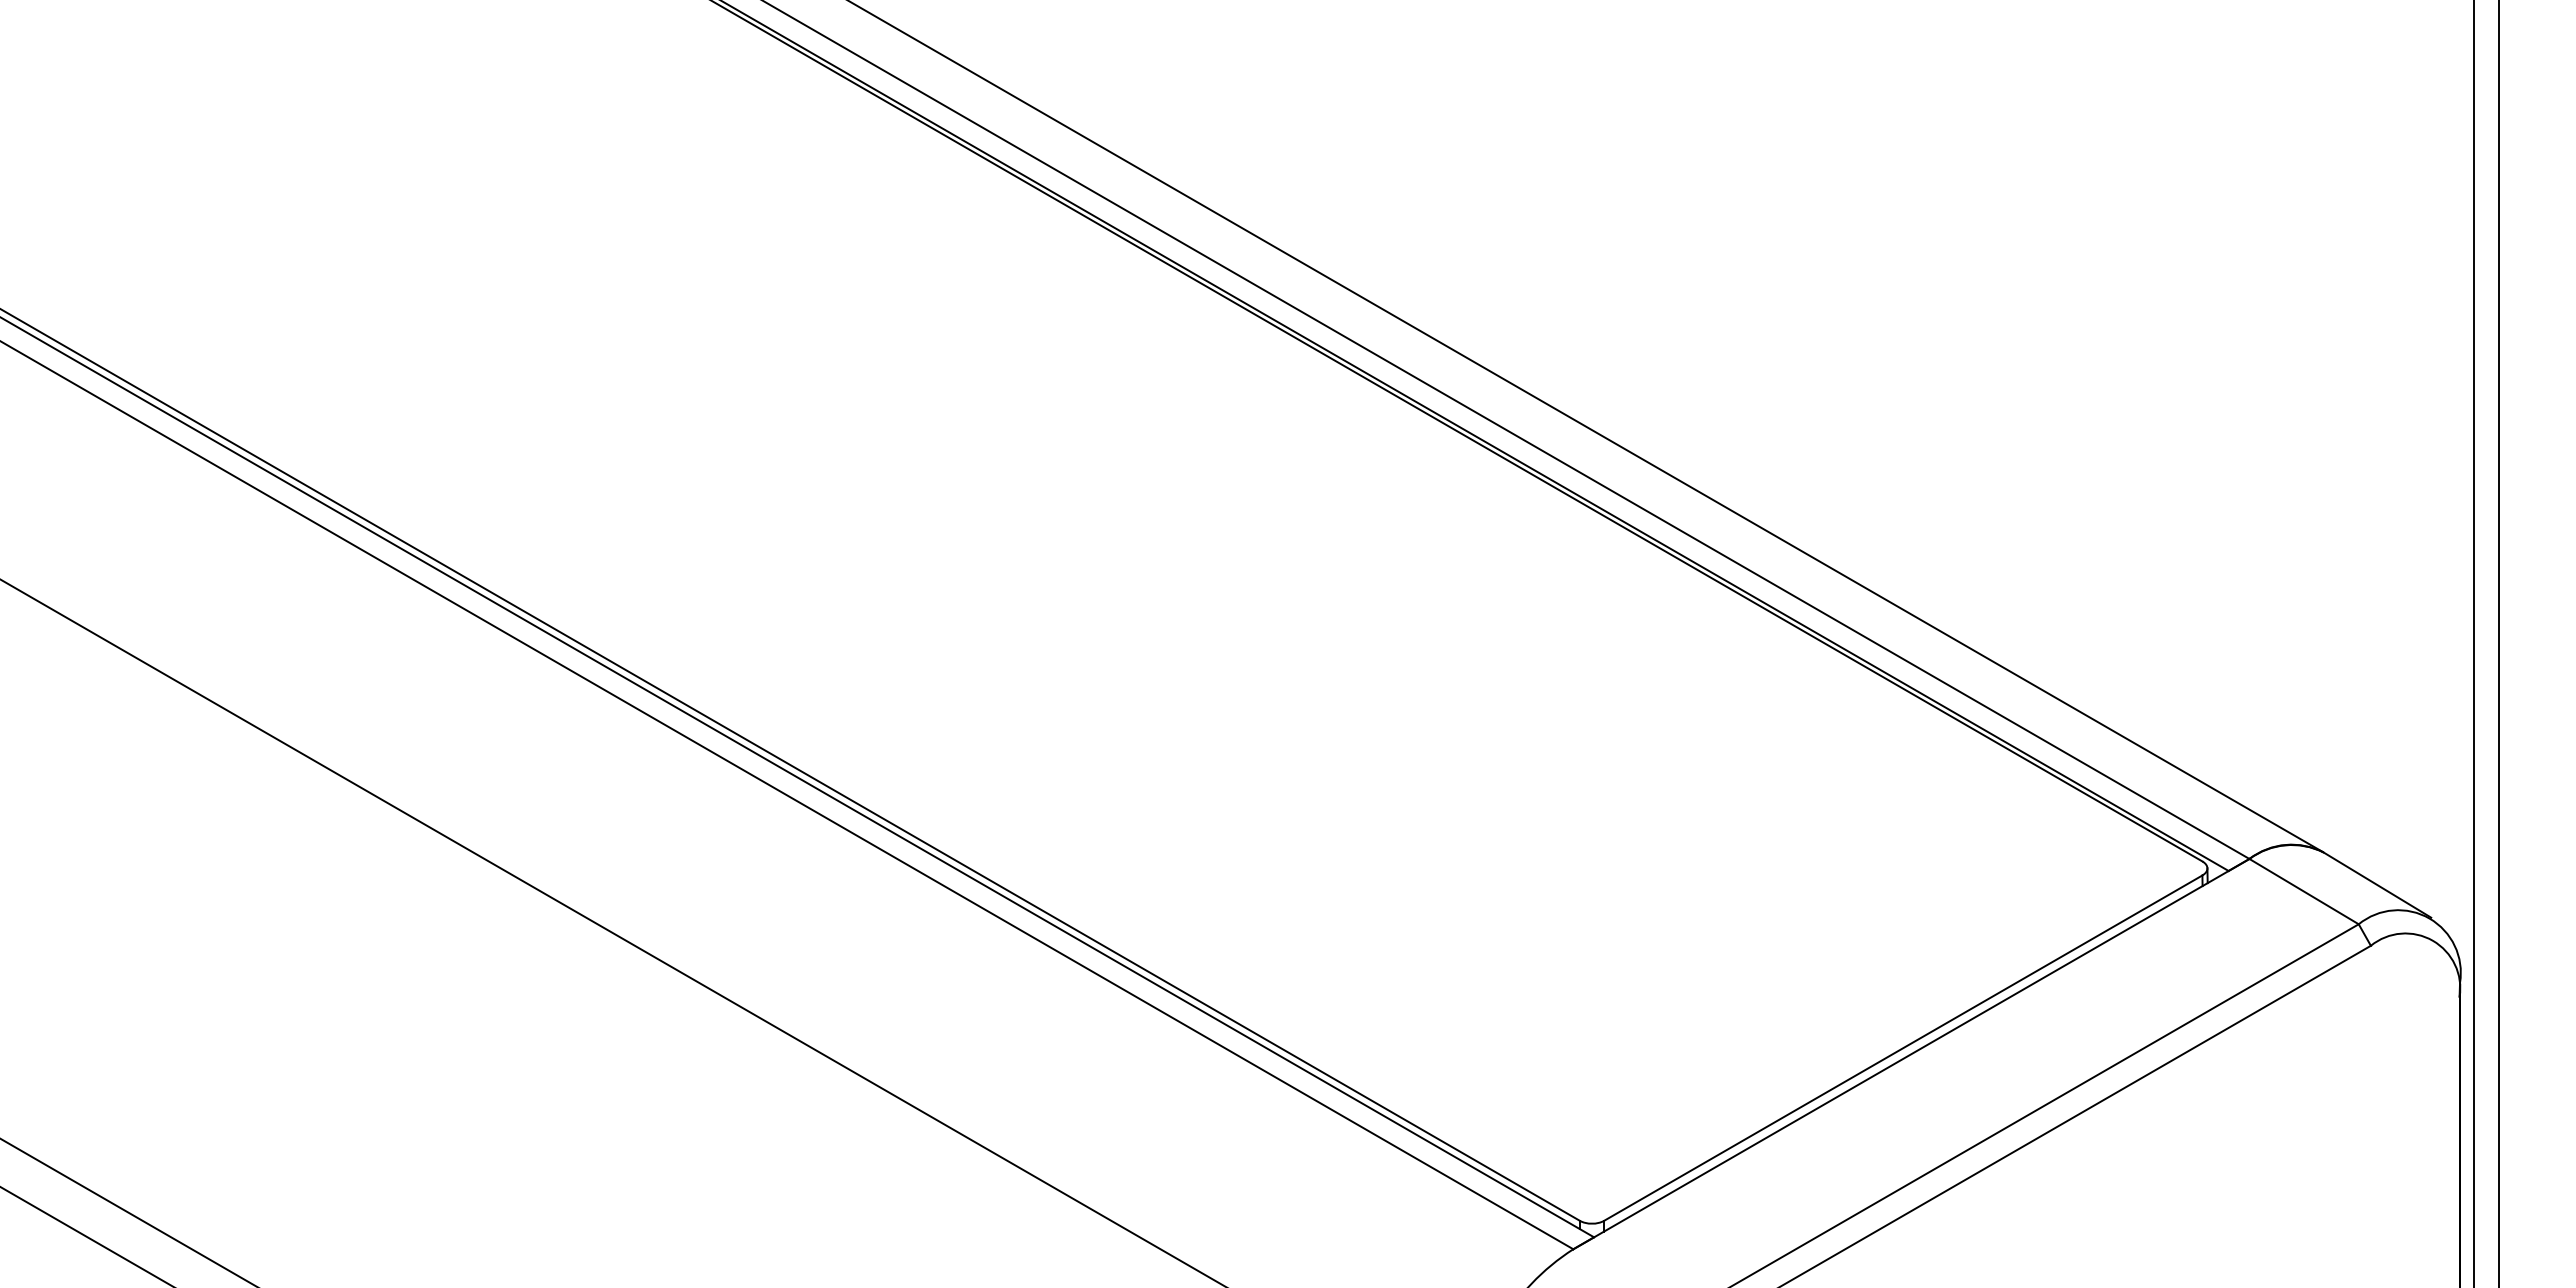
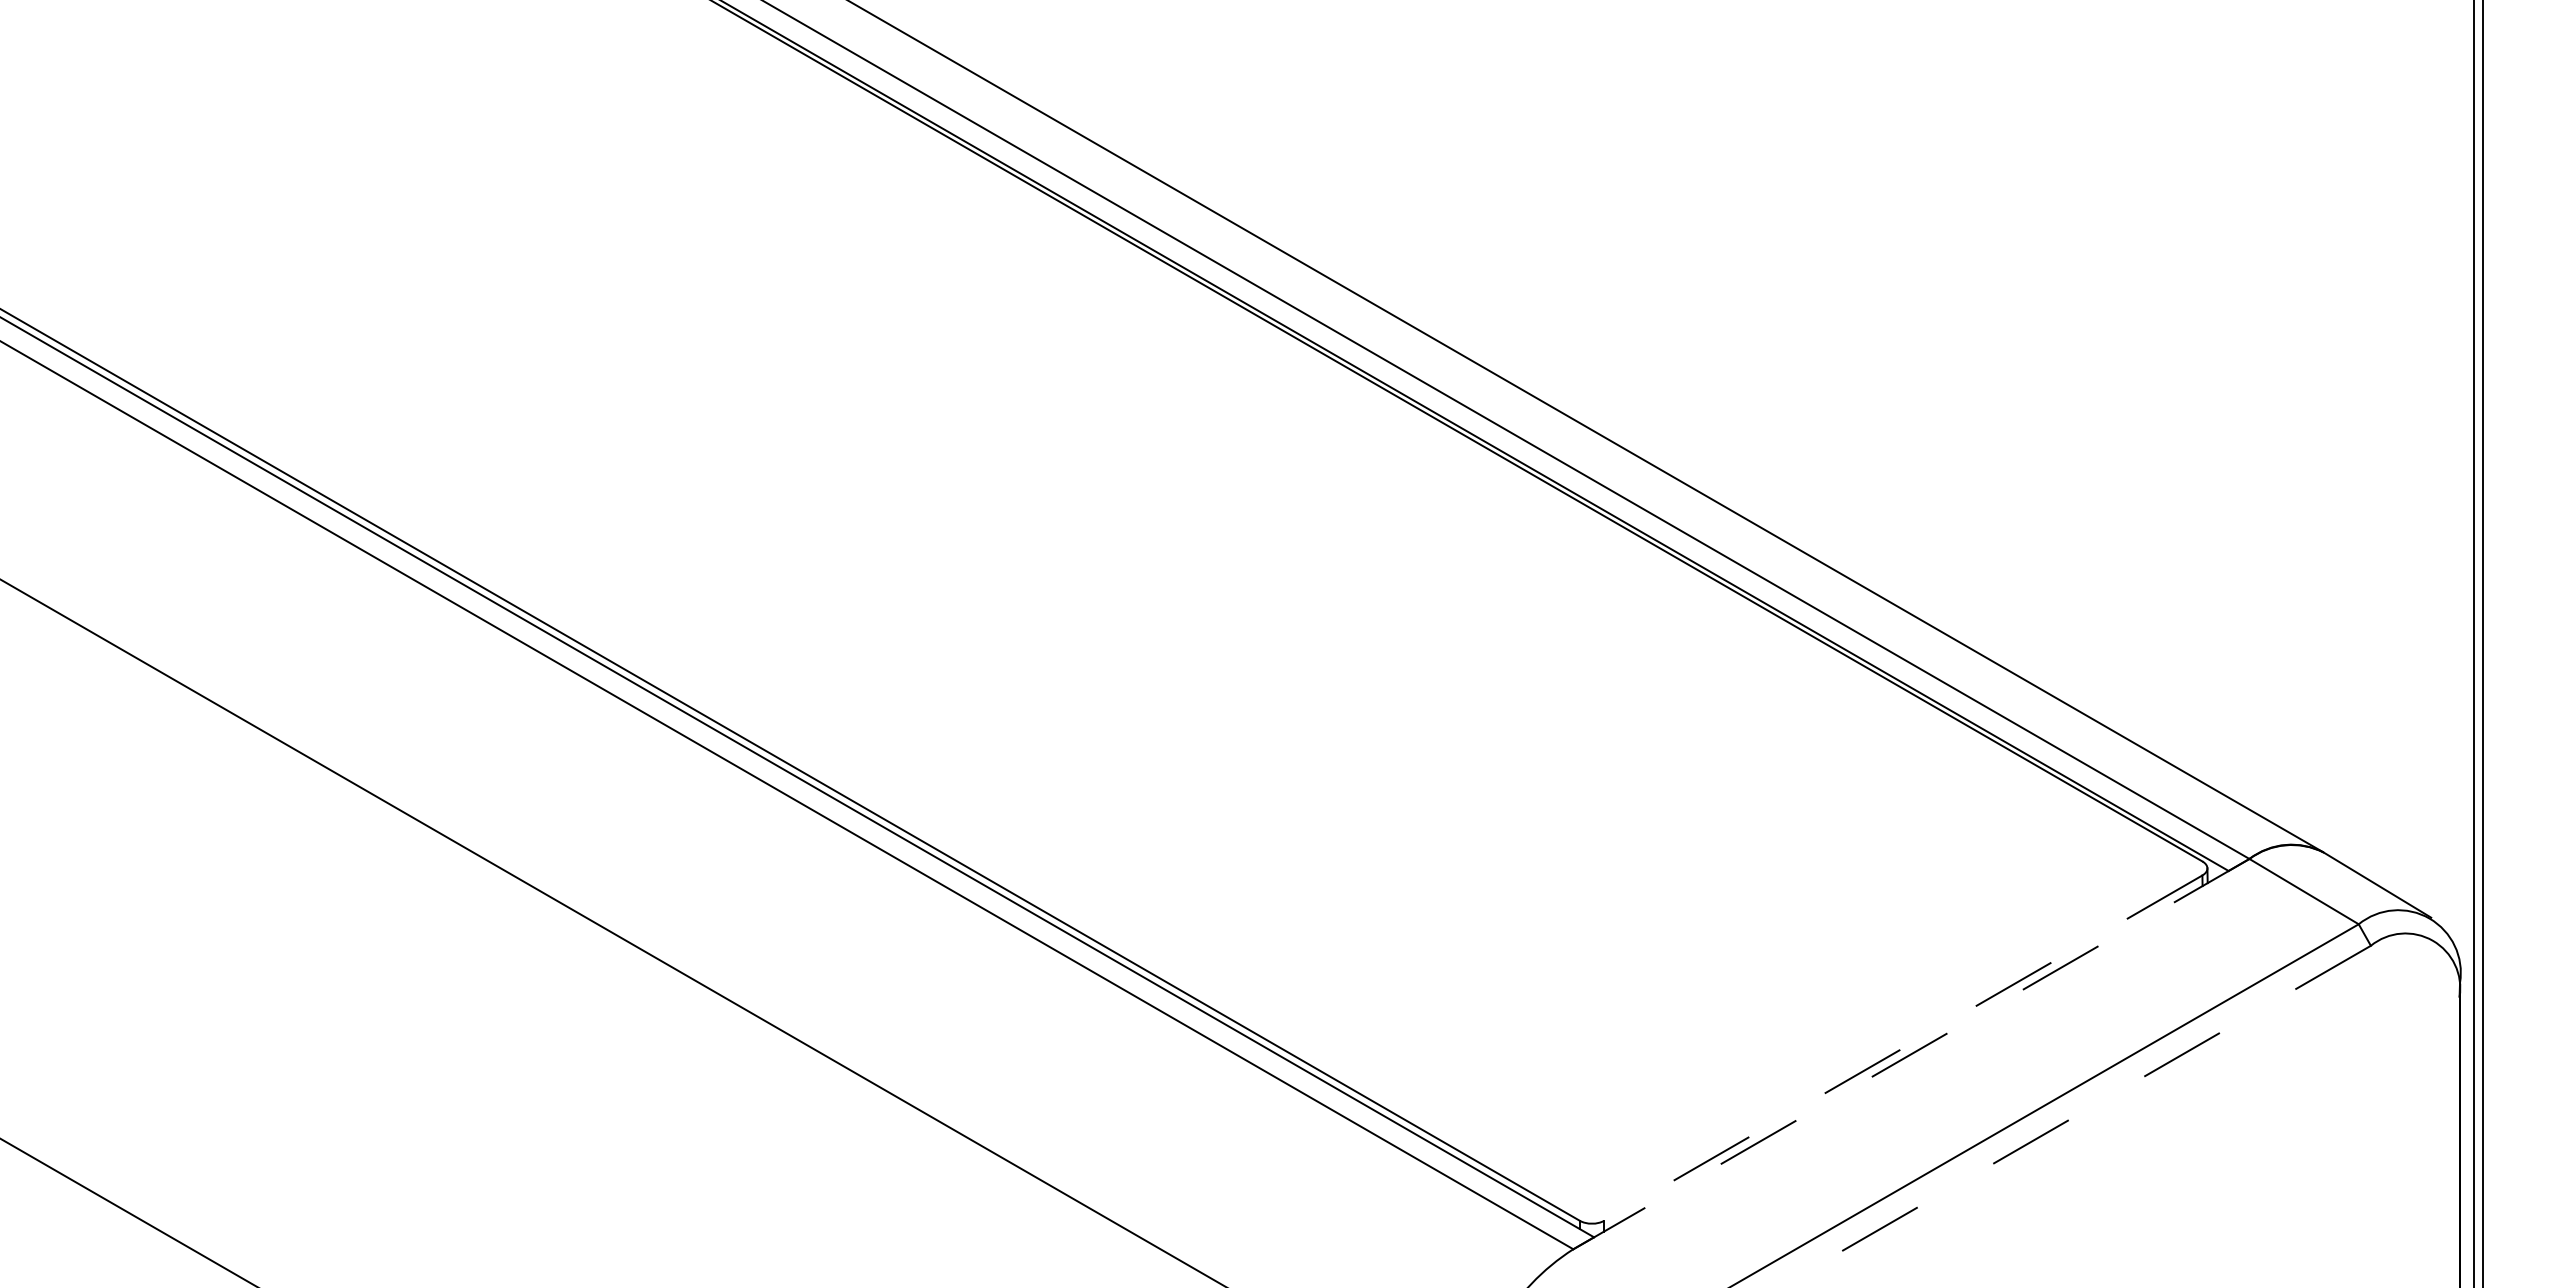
line at (2498, 643) position: (2498, 643) -> (2482, 643)
line at (1902, 1048): solid -> dashed
line at (1910, 1054): solid -> dashed
line at (2074, 1116): solid -> dashed
line at (85, 1236): present -> none
